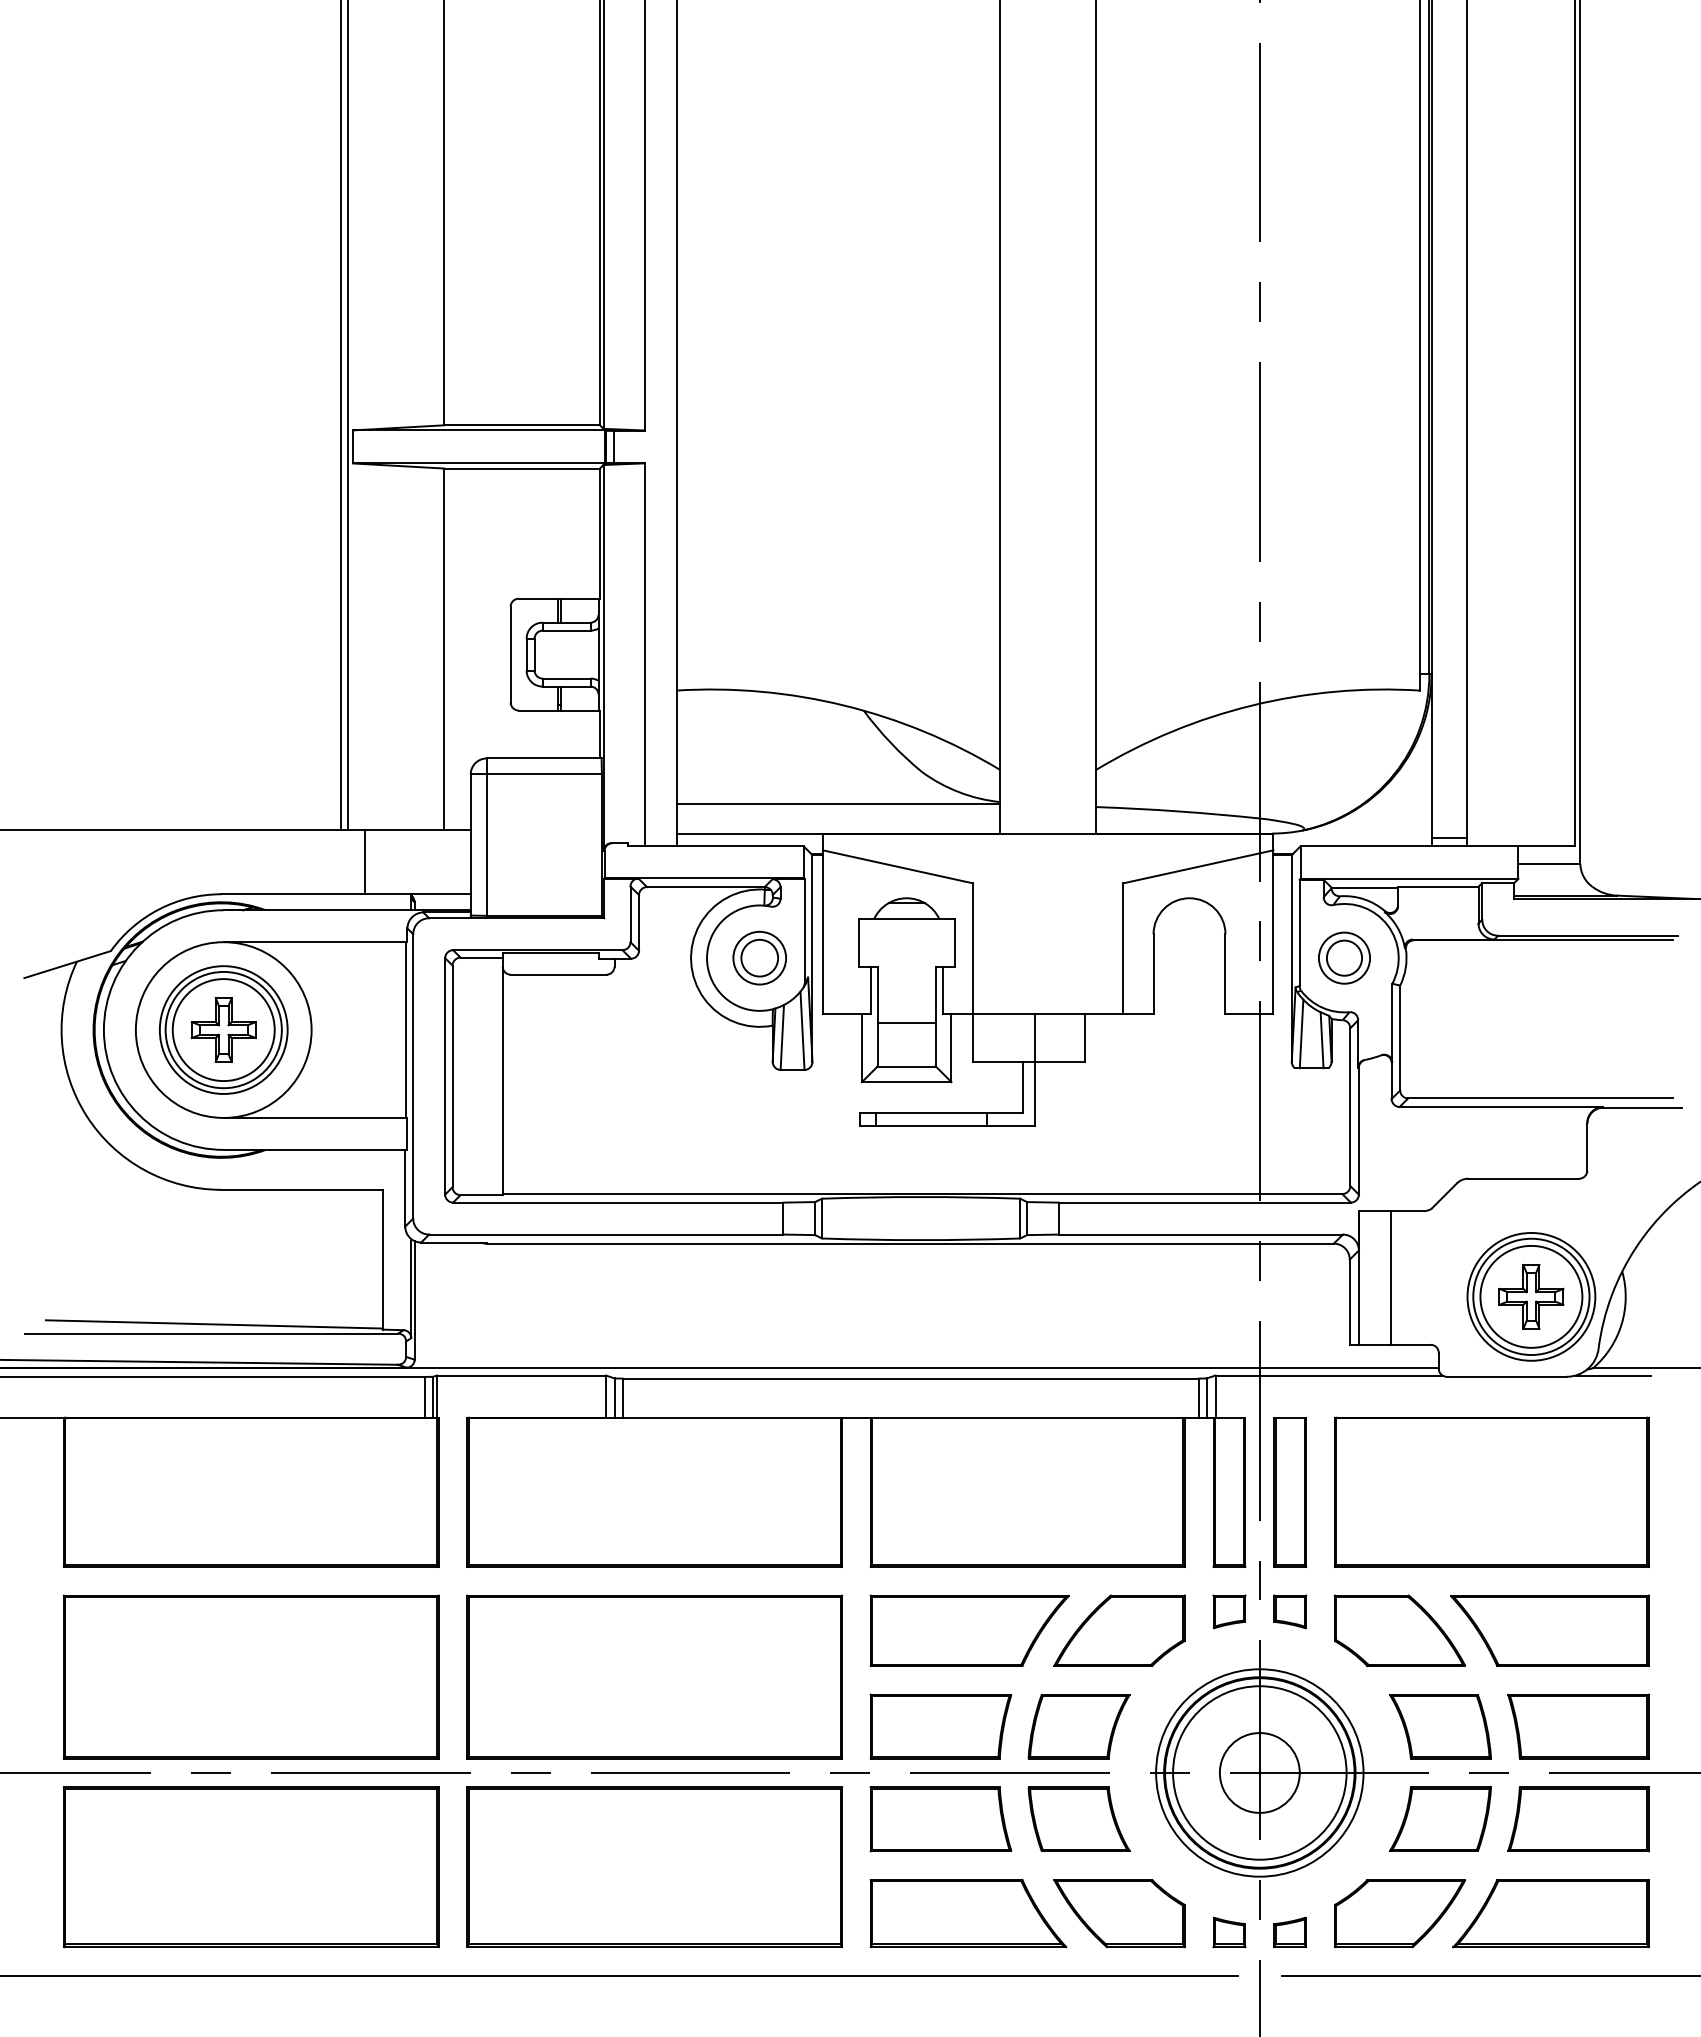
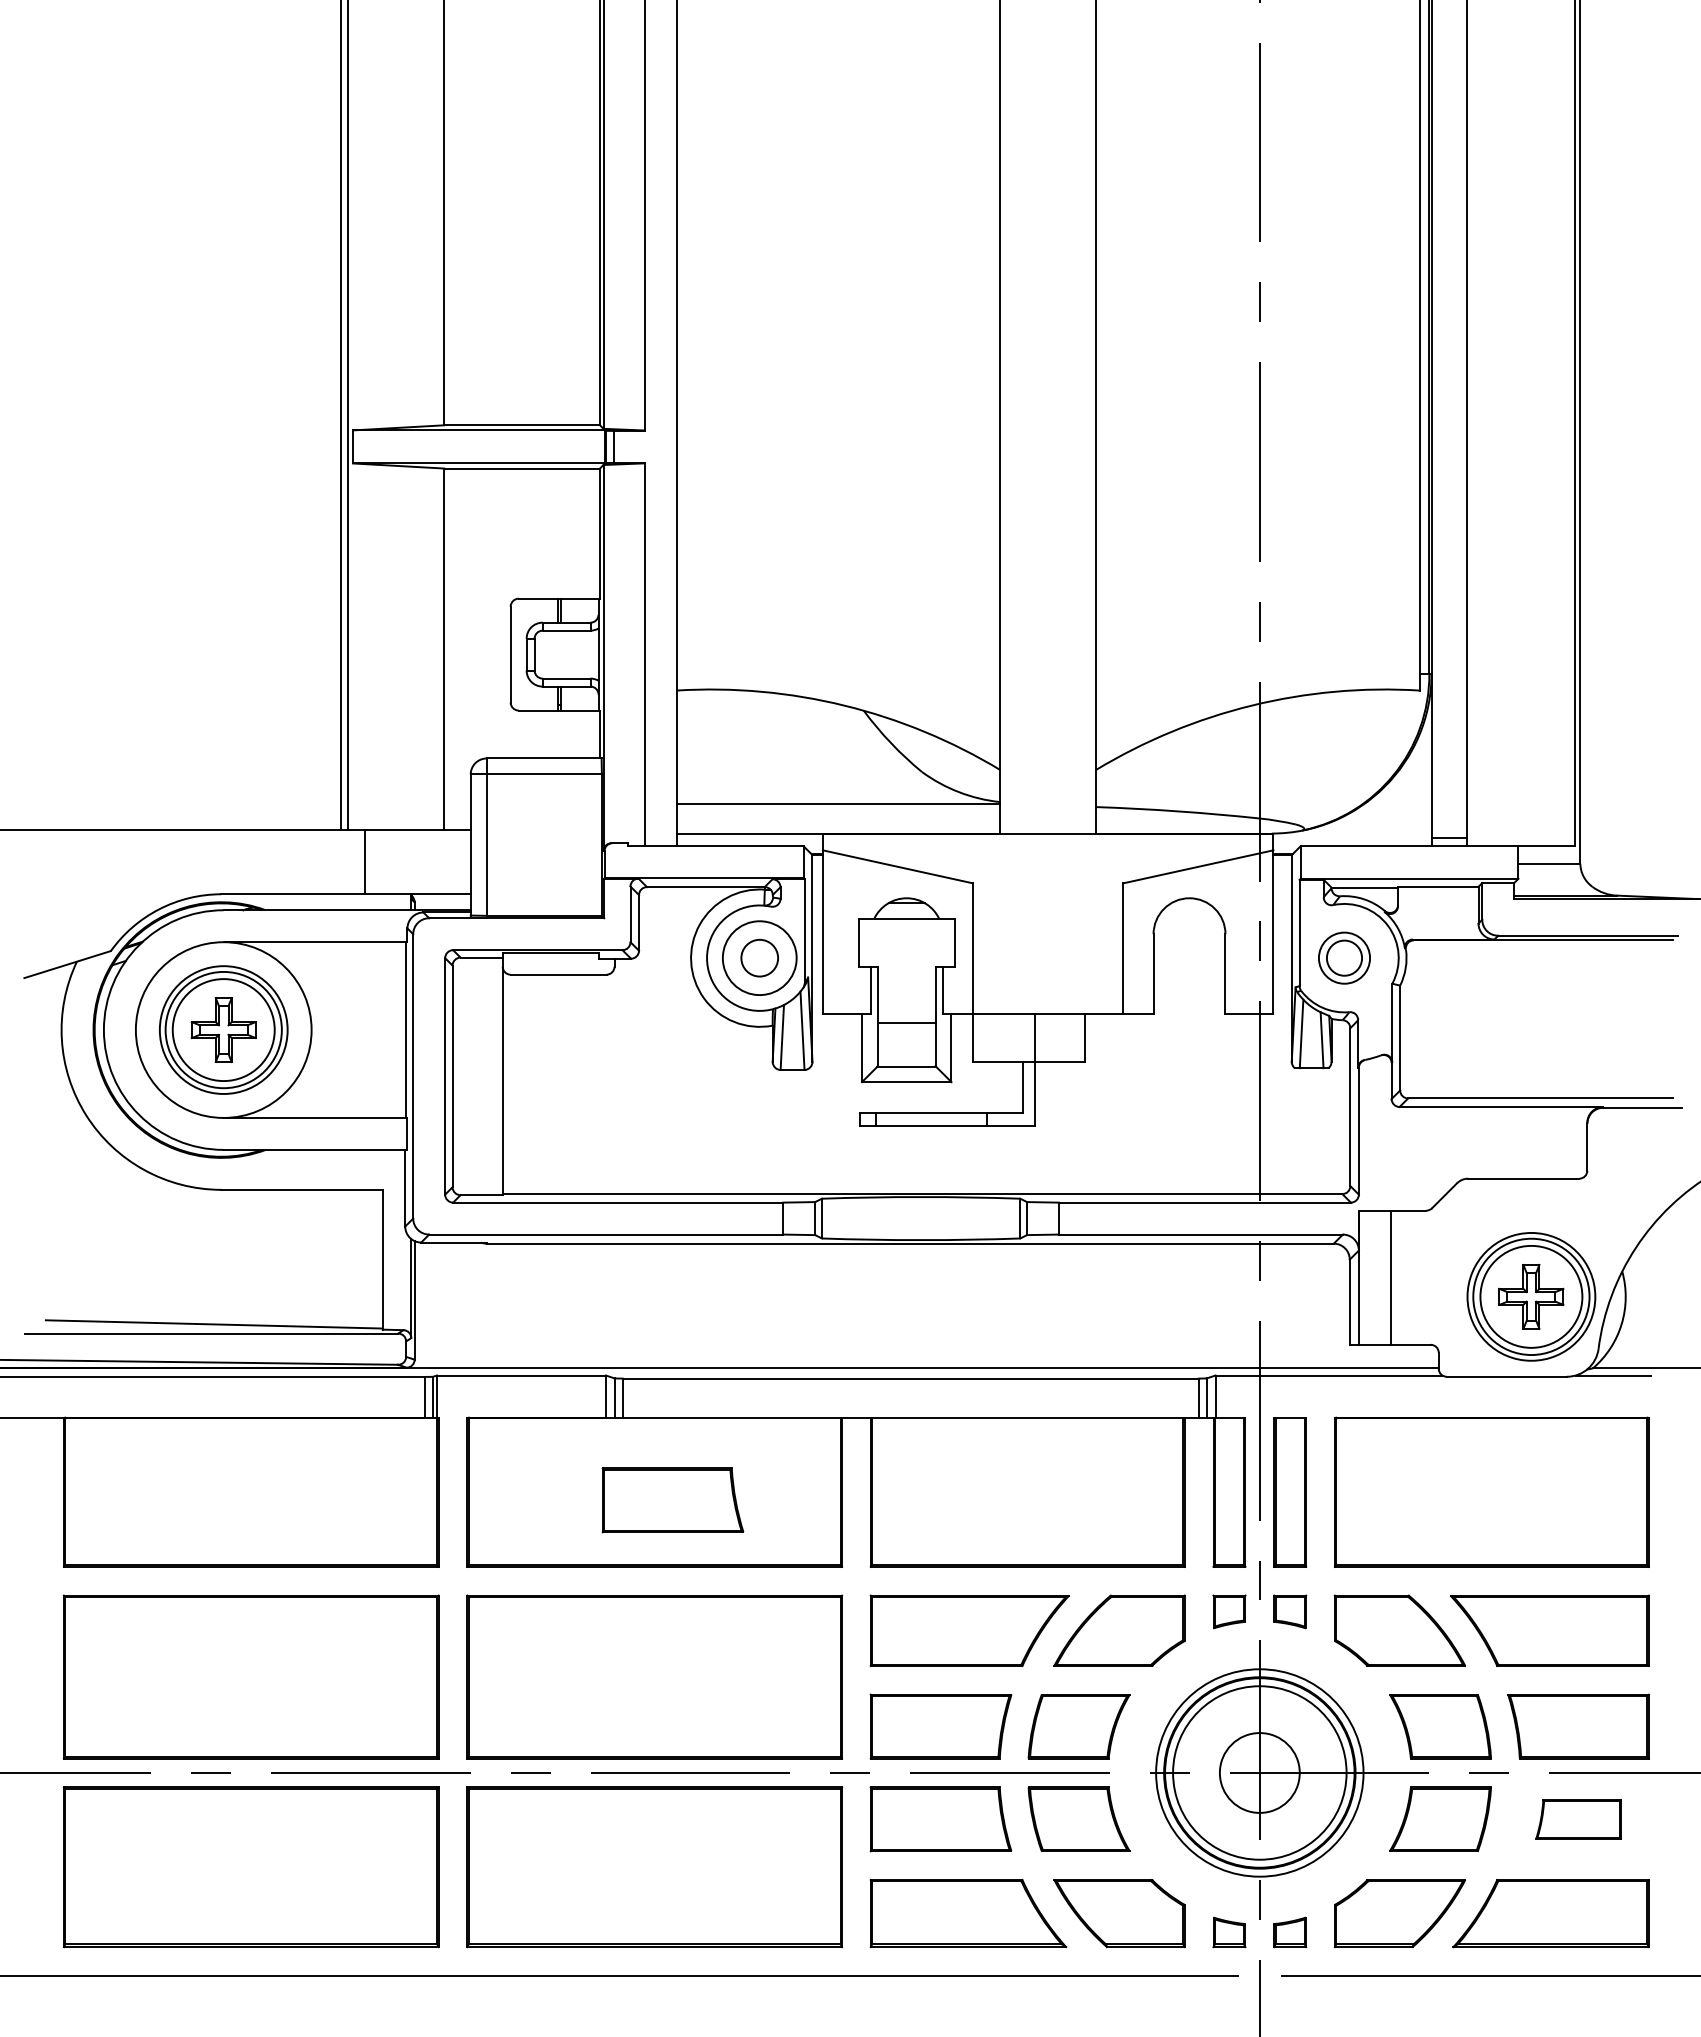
circle at (759, 957) diameter: 53 px -> 74 px
part at (672, 1500): none -> present
part at (1578, 1819) size: 143x67 px -> 87x41 px
